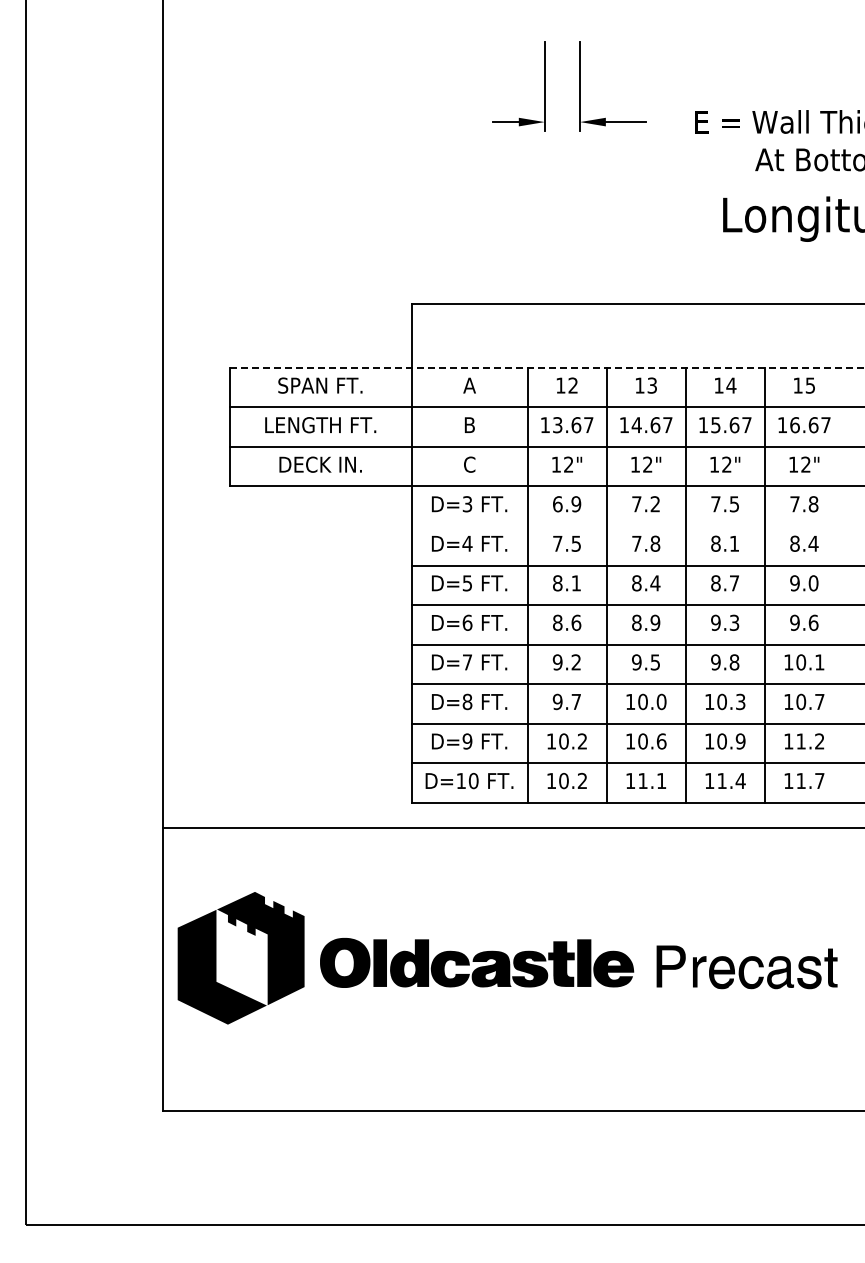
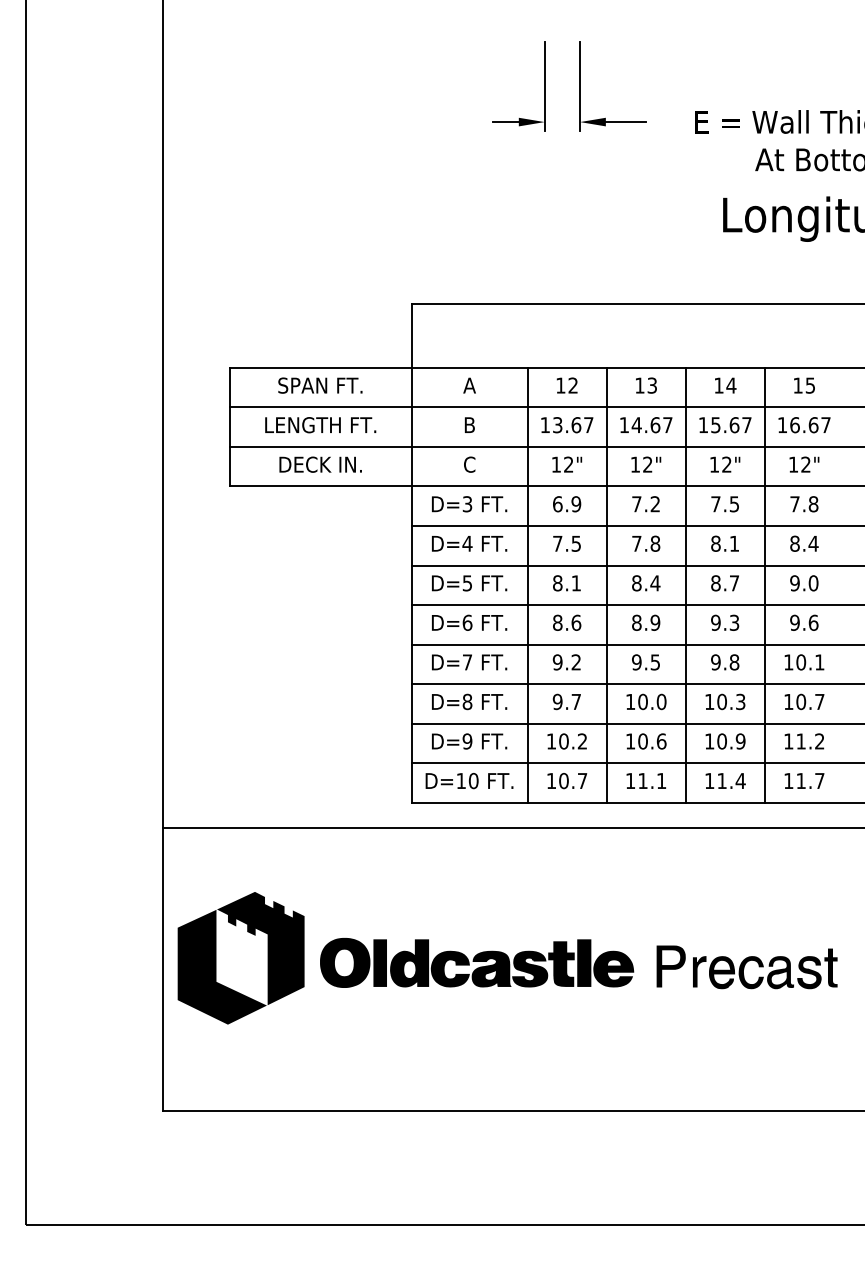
line at (547, 367): dashed -> solid
line at (636, 526): none -> present
text at (582, 780): 10.2 -> 10.7
